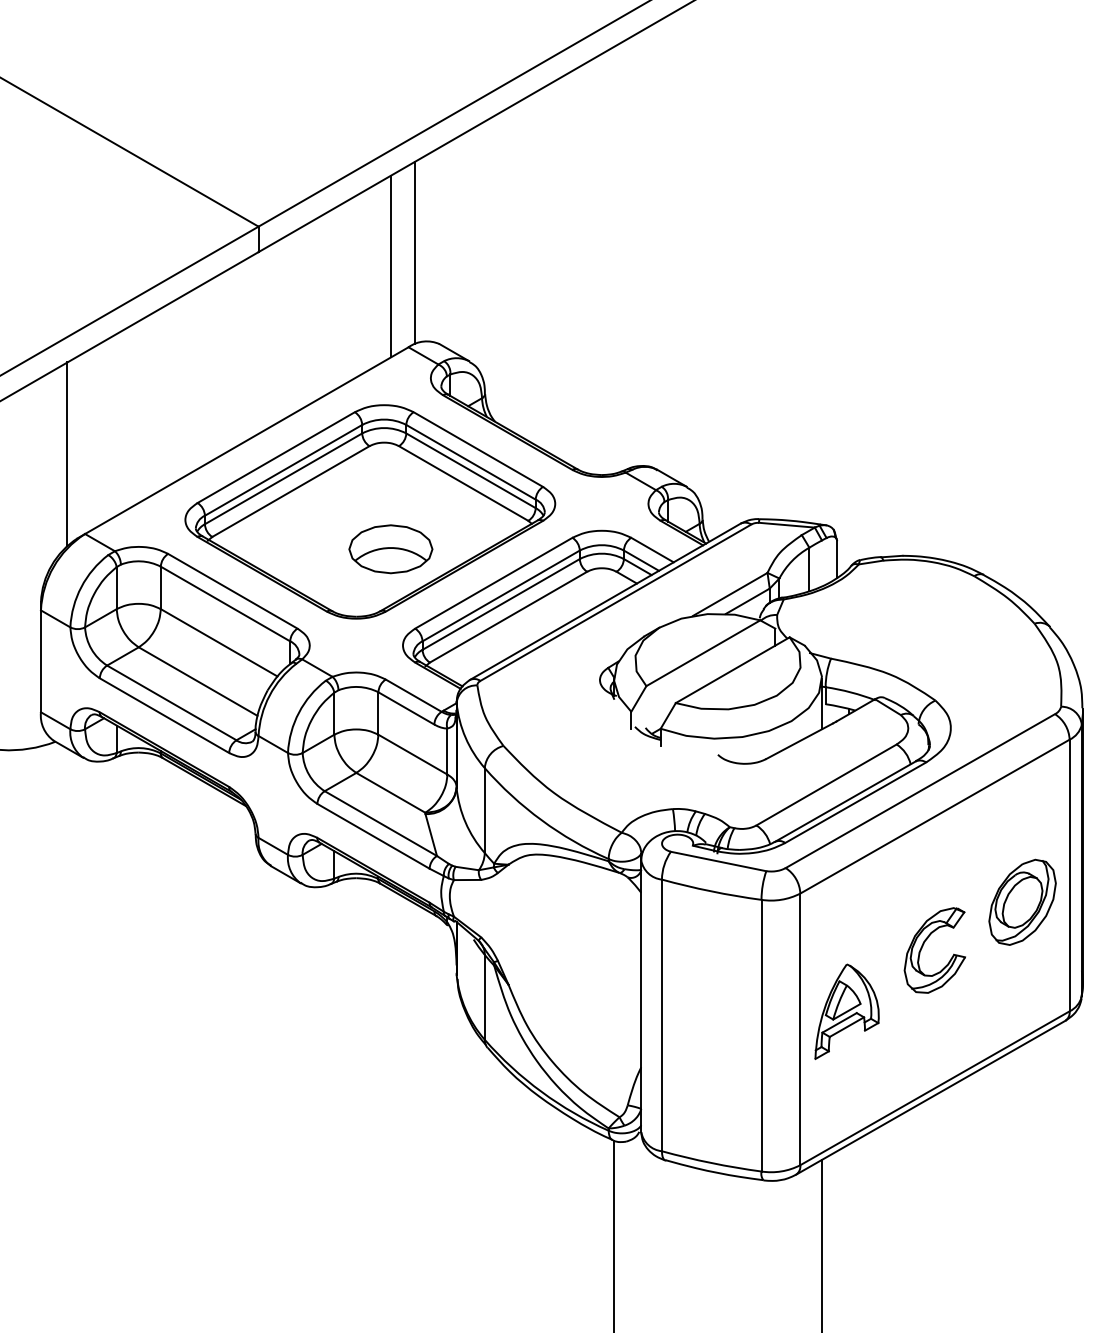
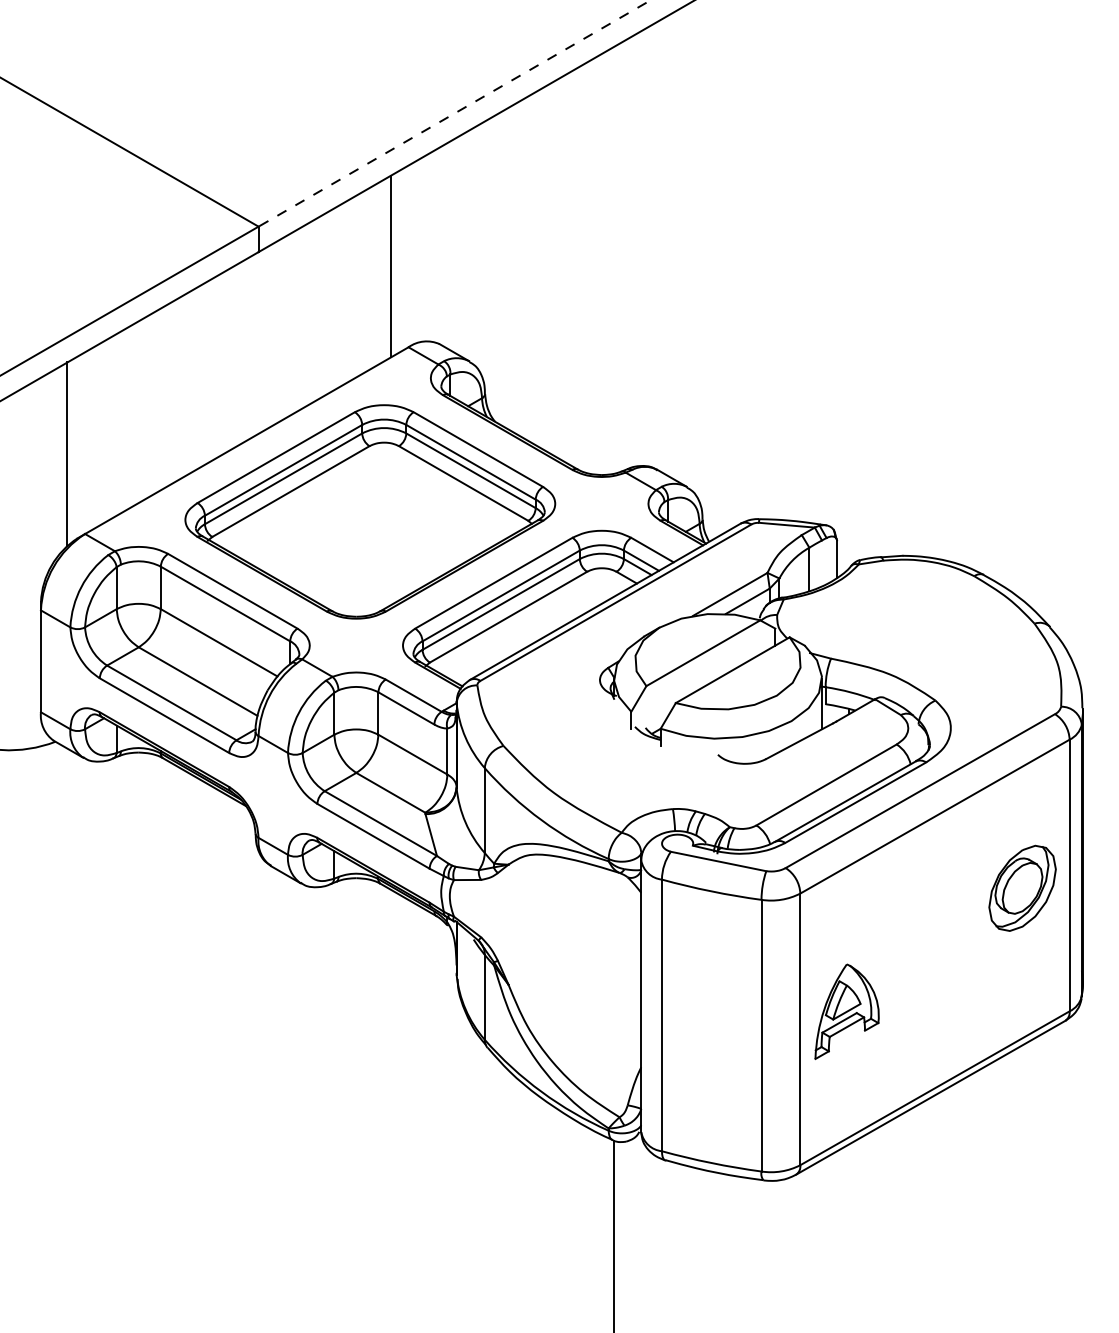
line at (454, 113): solid -> dashed
line at (415, 252): present -> none
part at (390, 549): present -> none
part at (1022, 901) position: (1022, 901) -> (1022, 887)
part at (924, 944): present -> none
line at (822, 1244): present -> none
